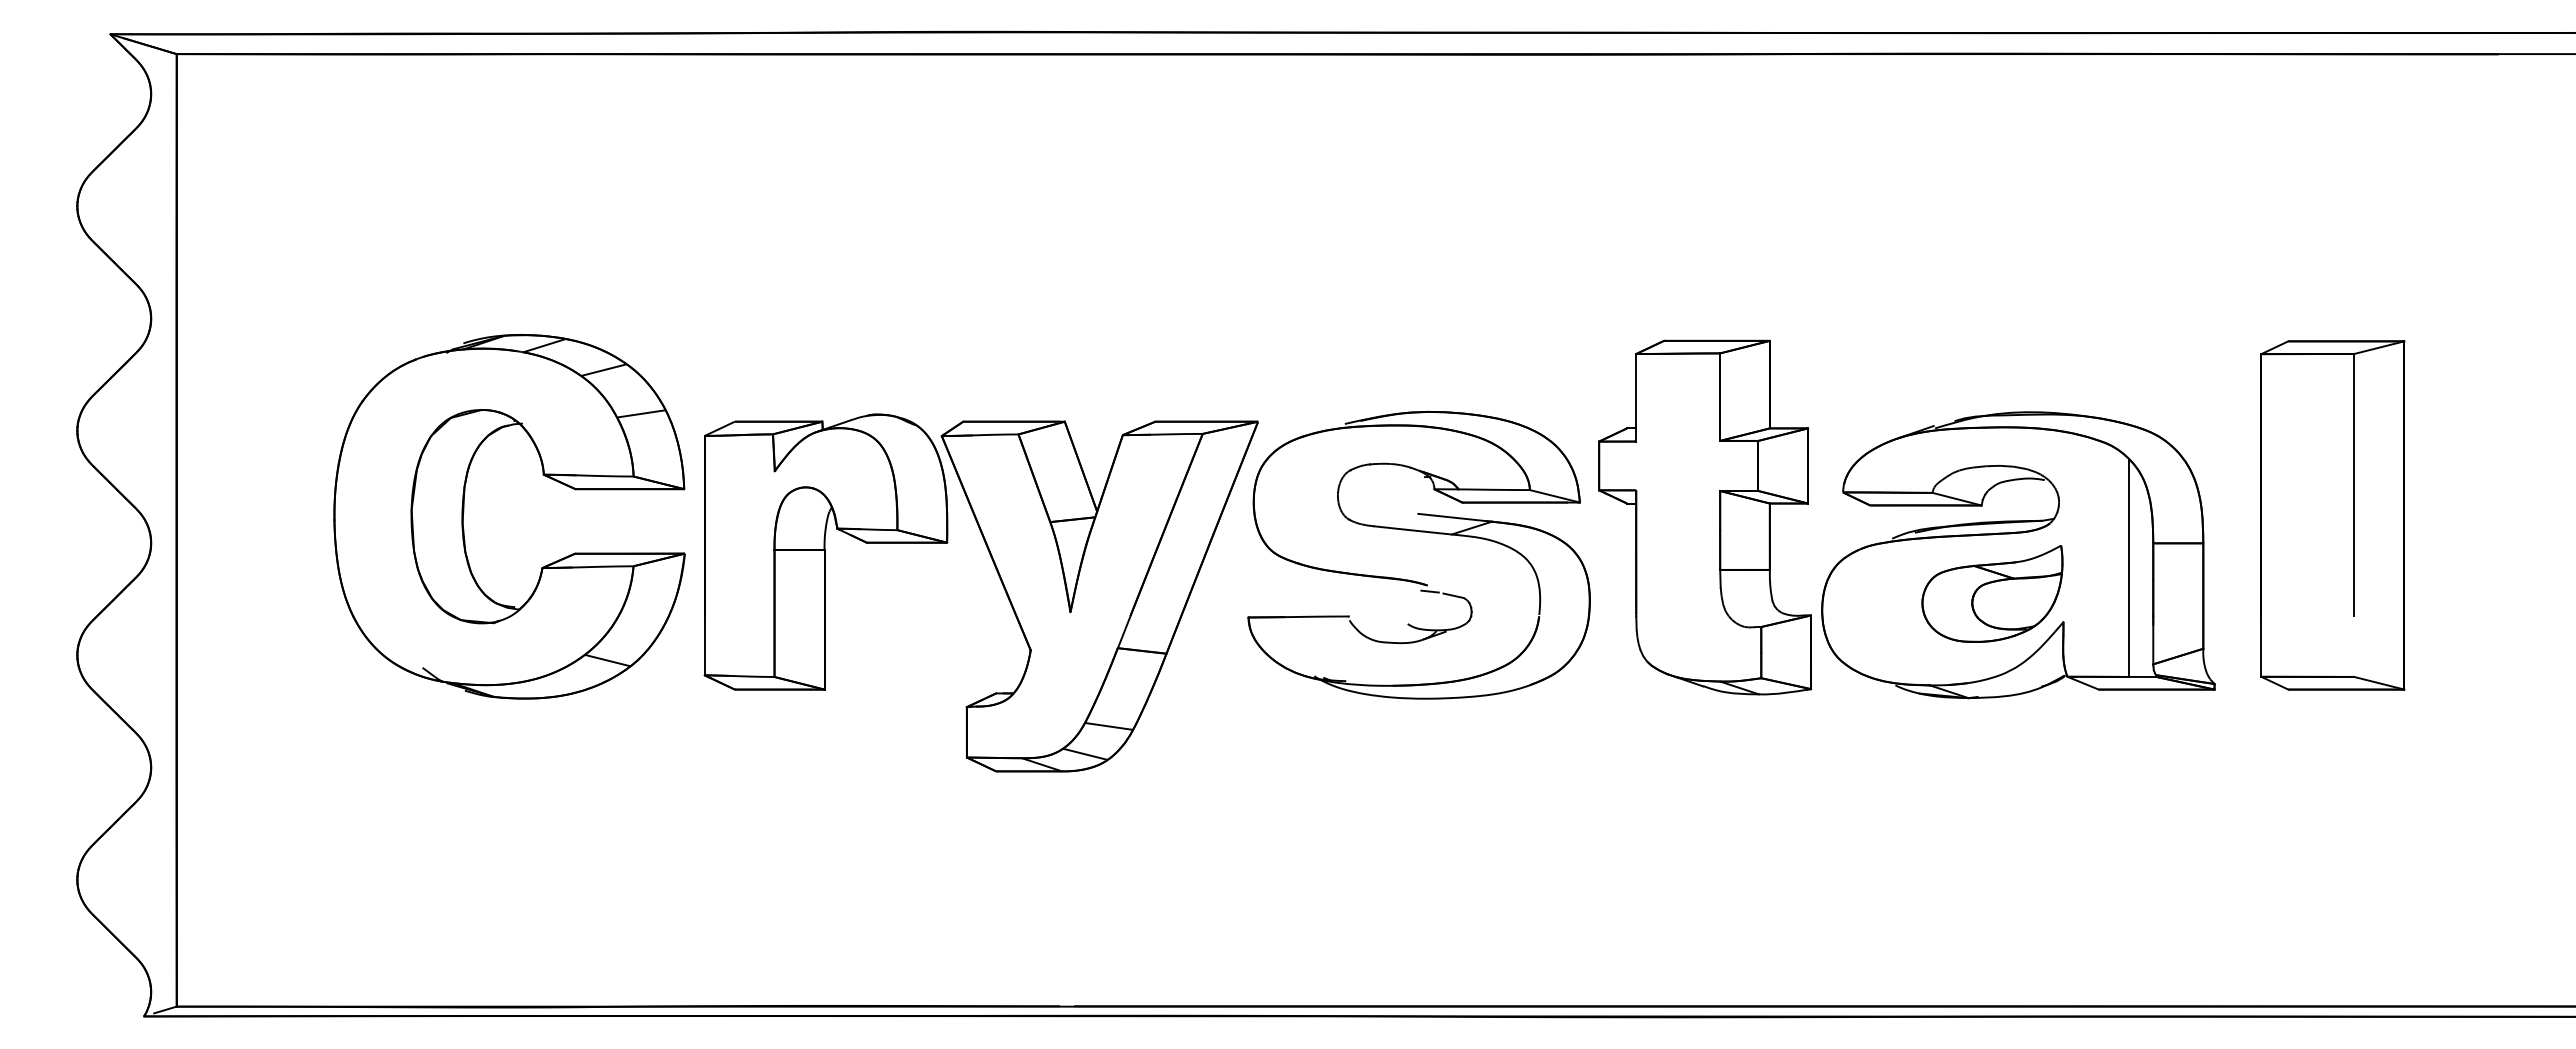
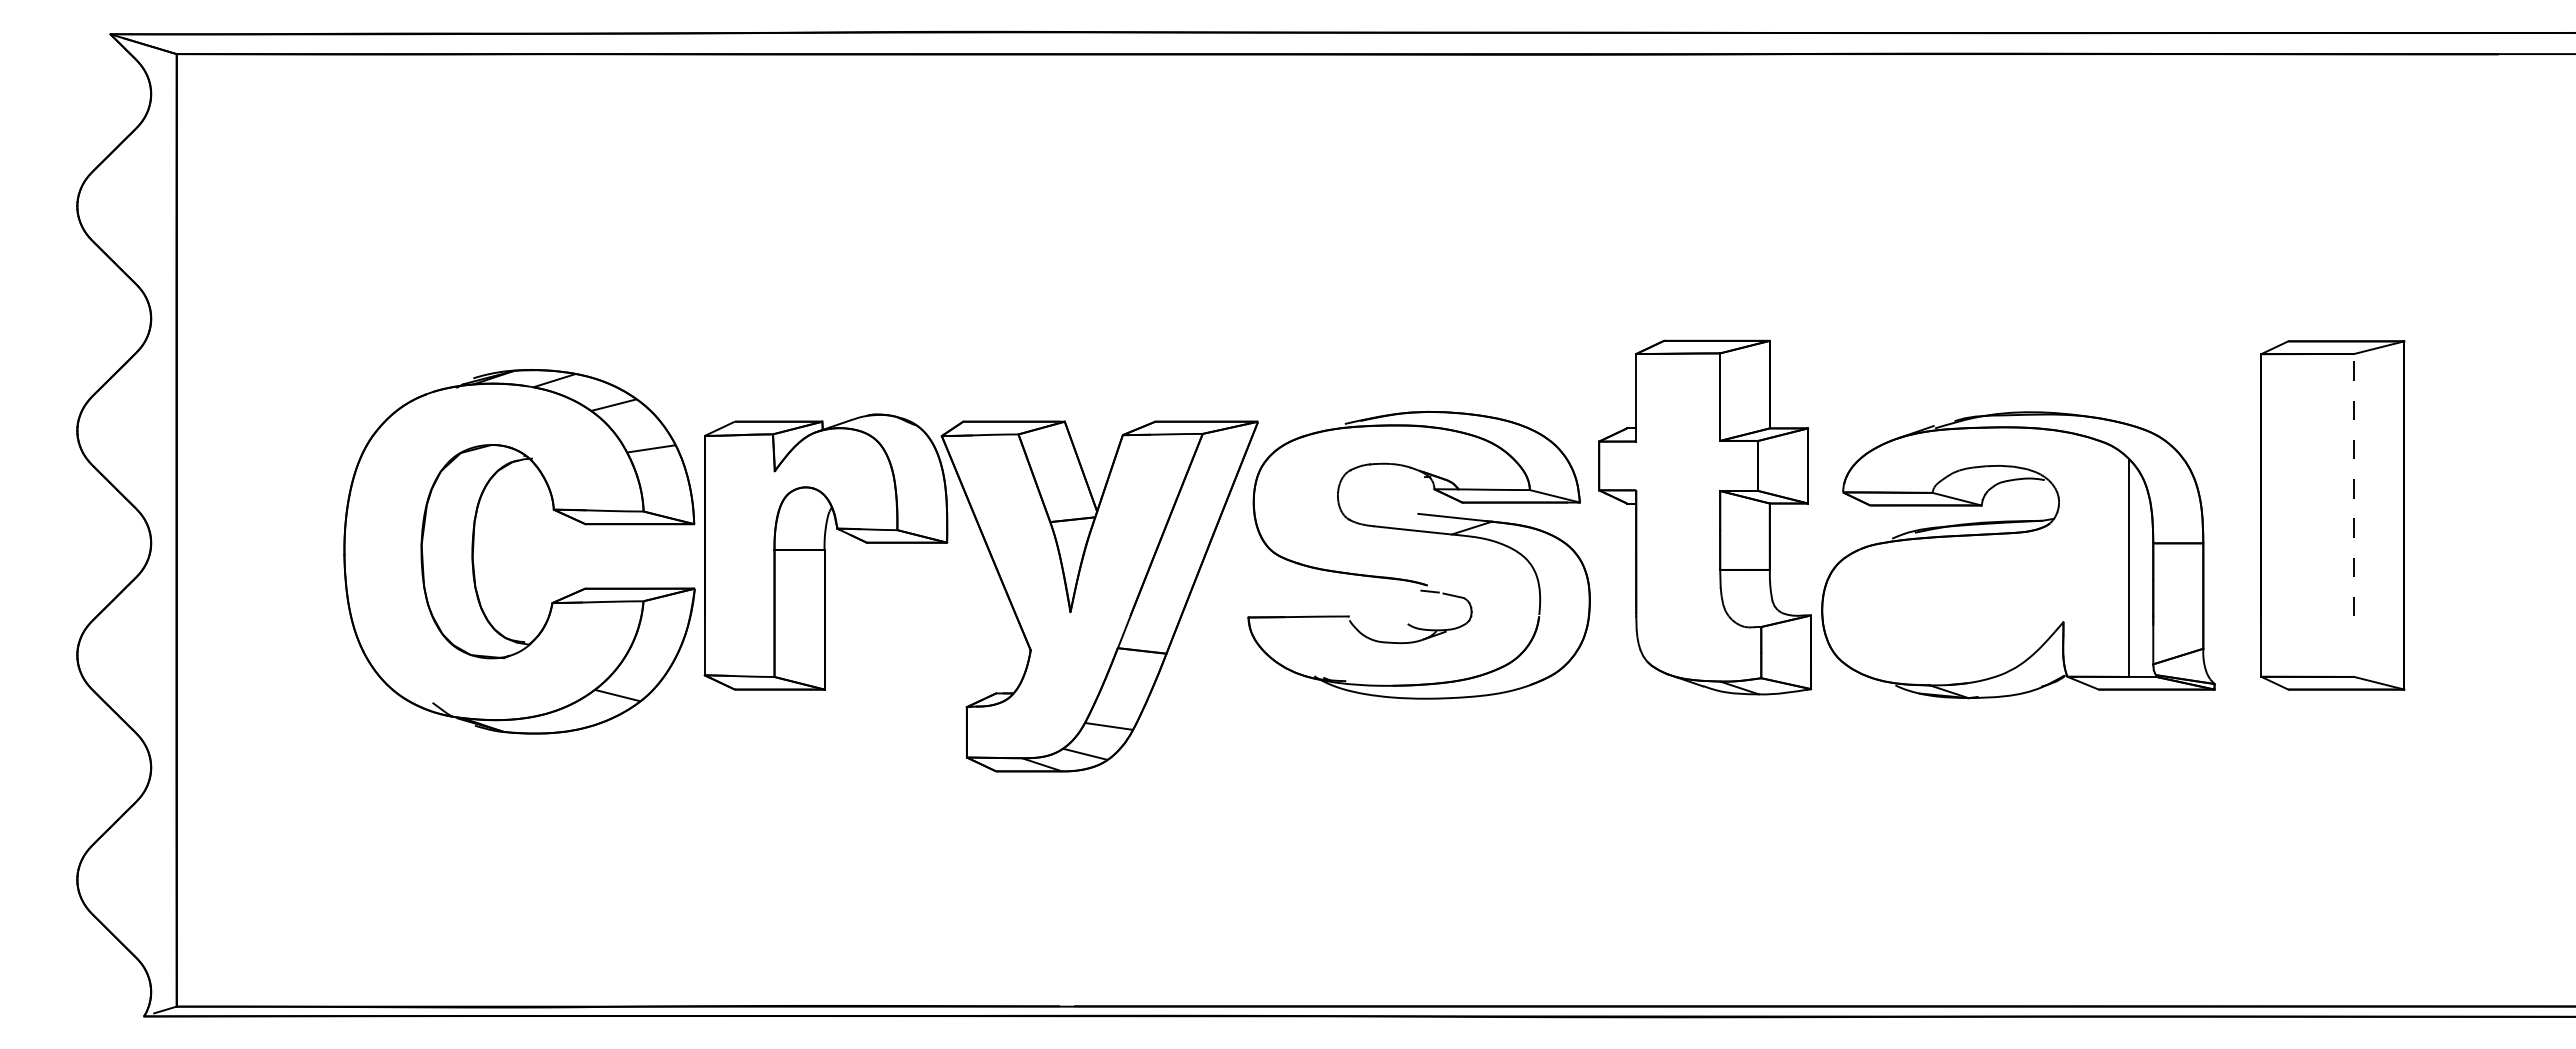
line at (2354, 484): solid -> dashed
part at (464, 512) position: (464, 512) -> (474, 547)
part at (1992, 593): present -> none
